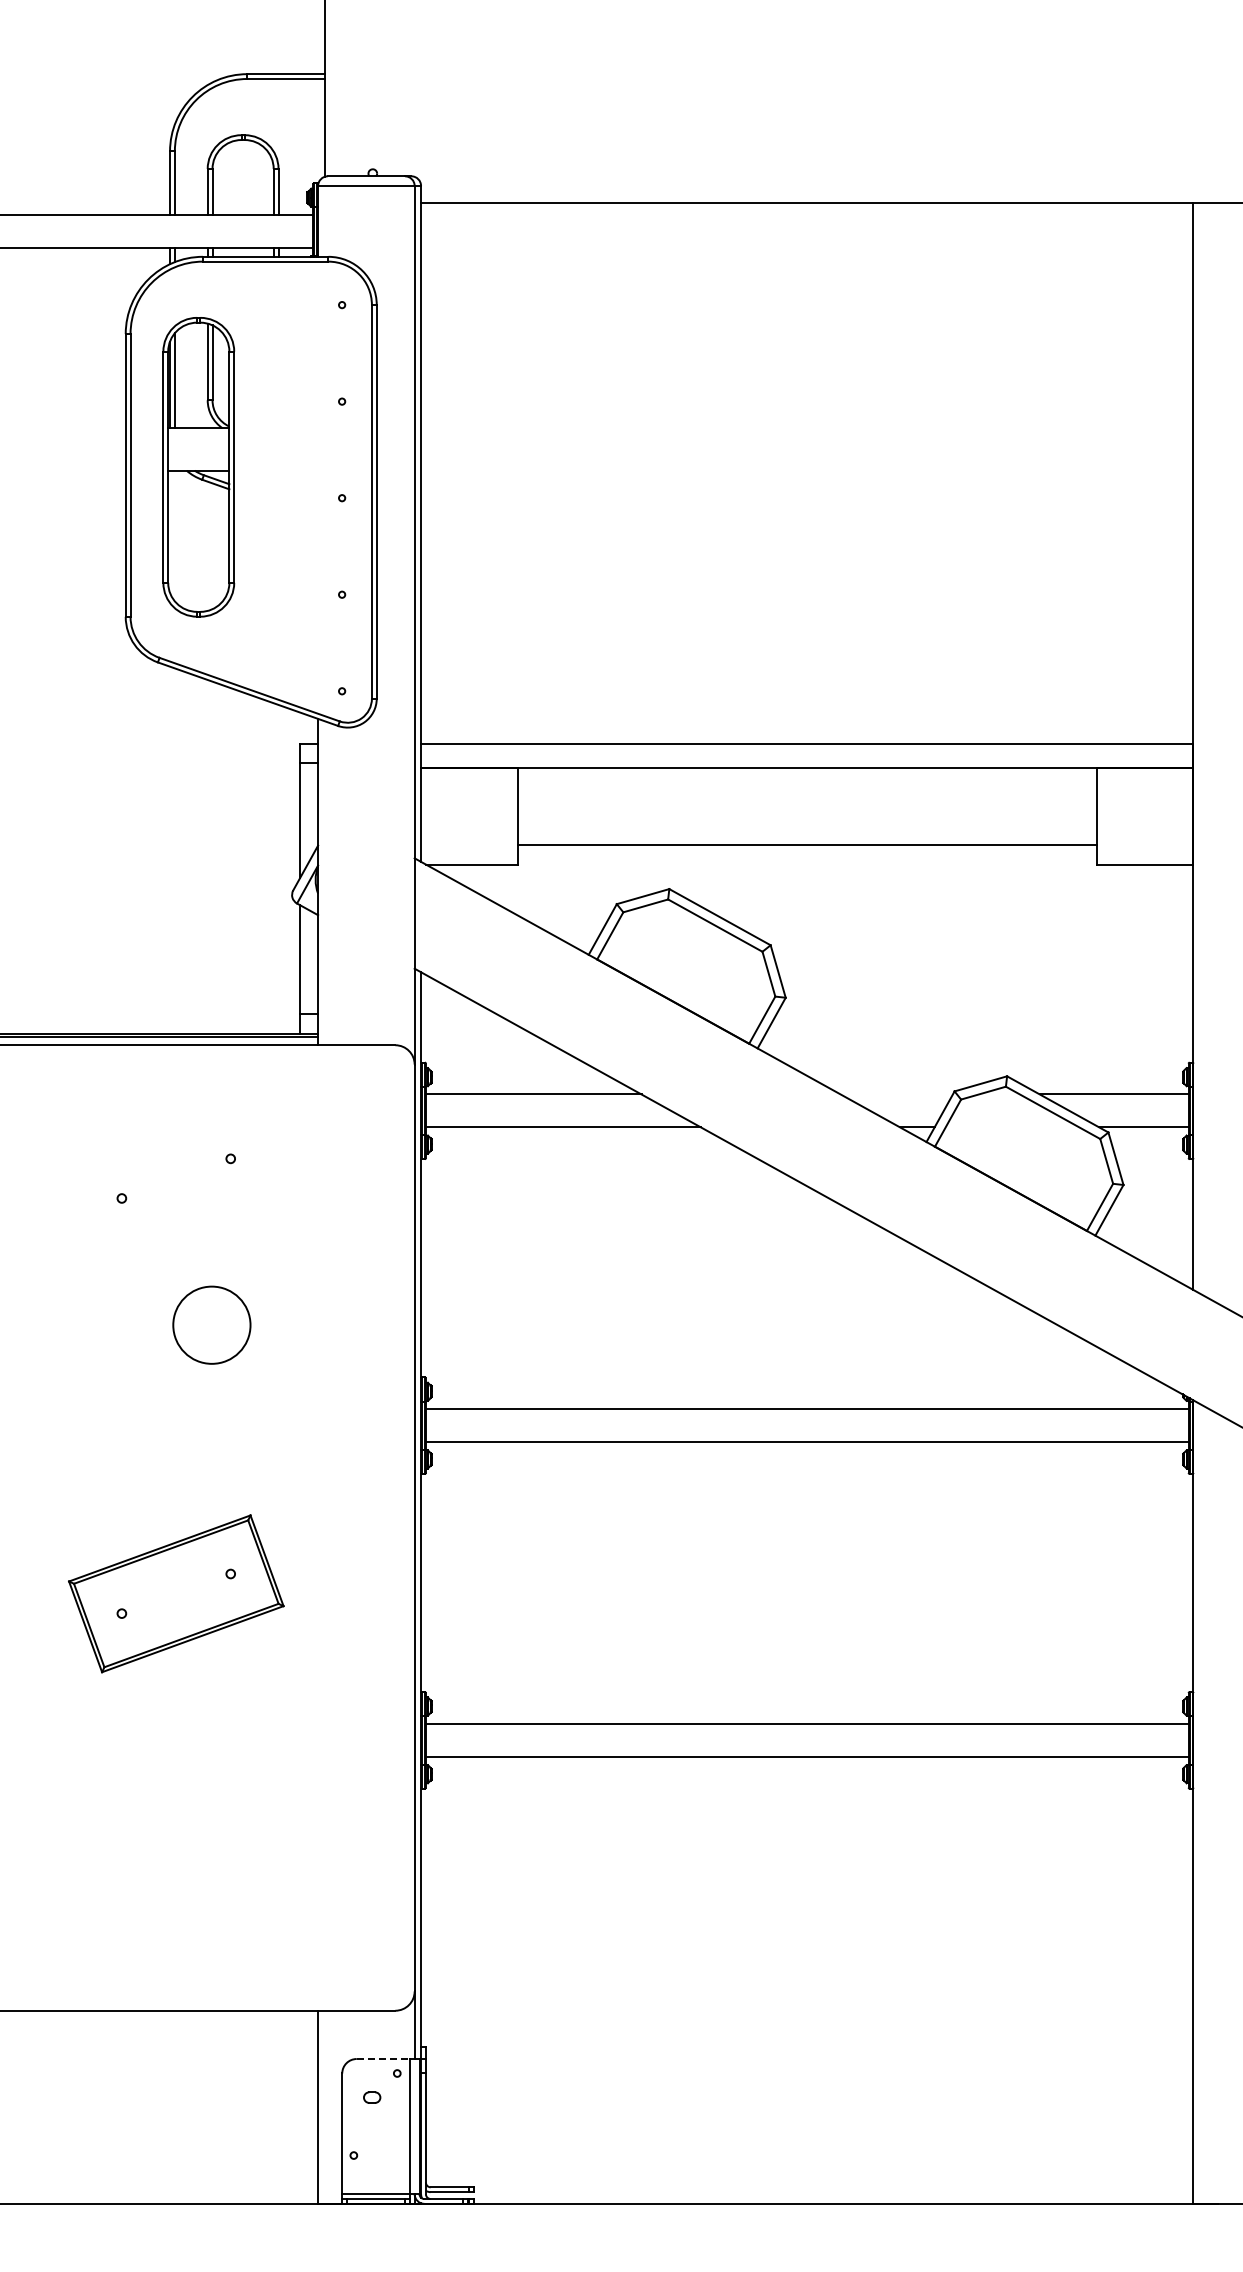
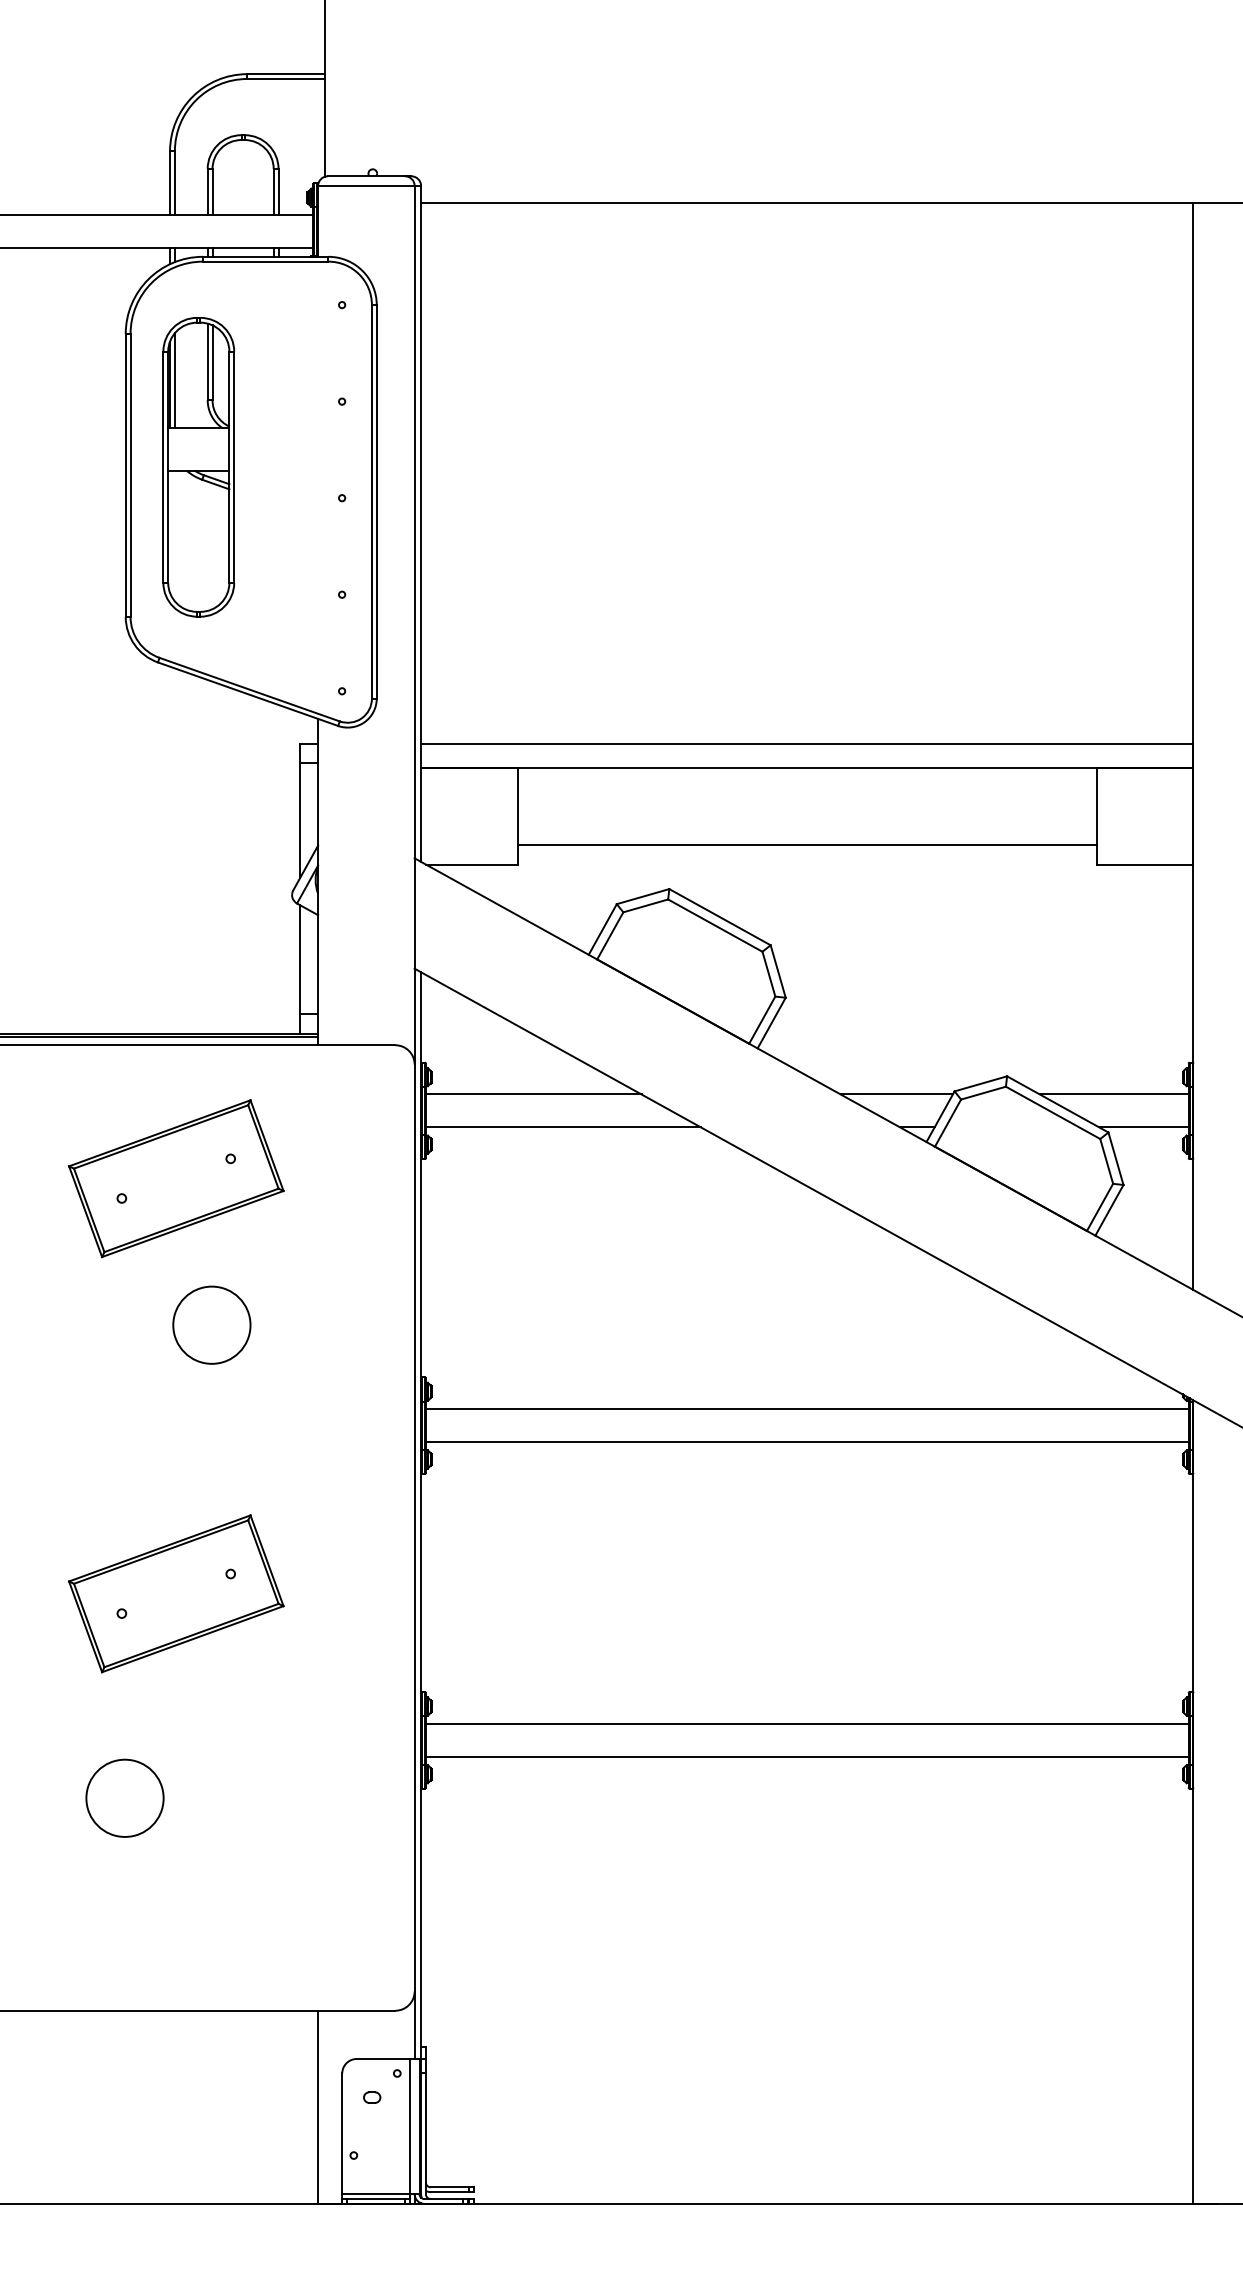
line at (896, 1094): none -> present
part at (176, 1178): none -> present
circle at (124, 1797): none -> present
line at (383, 2059): dashed -> solid
